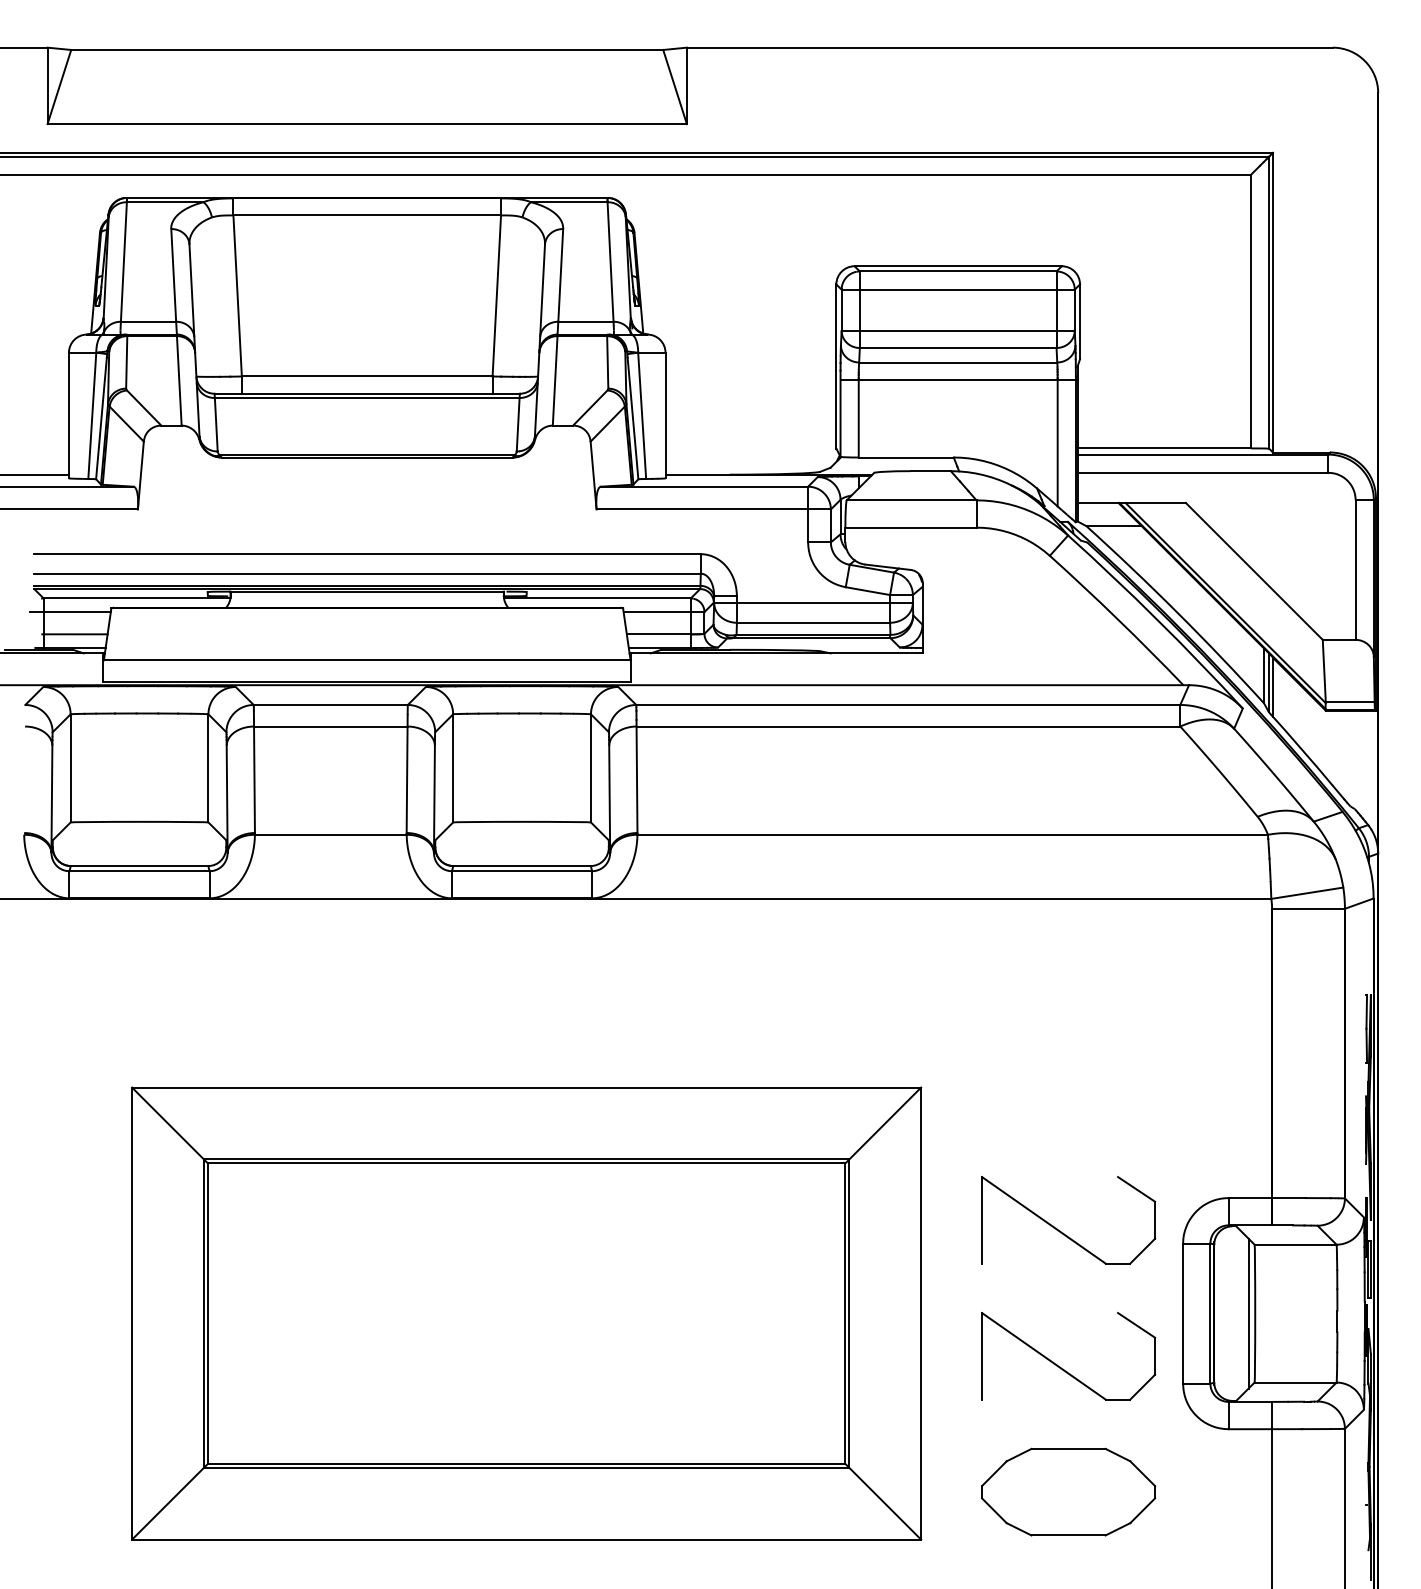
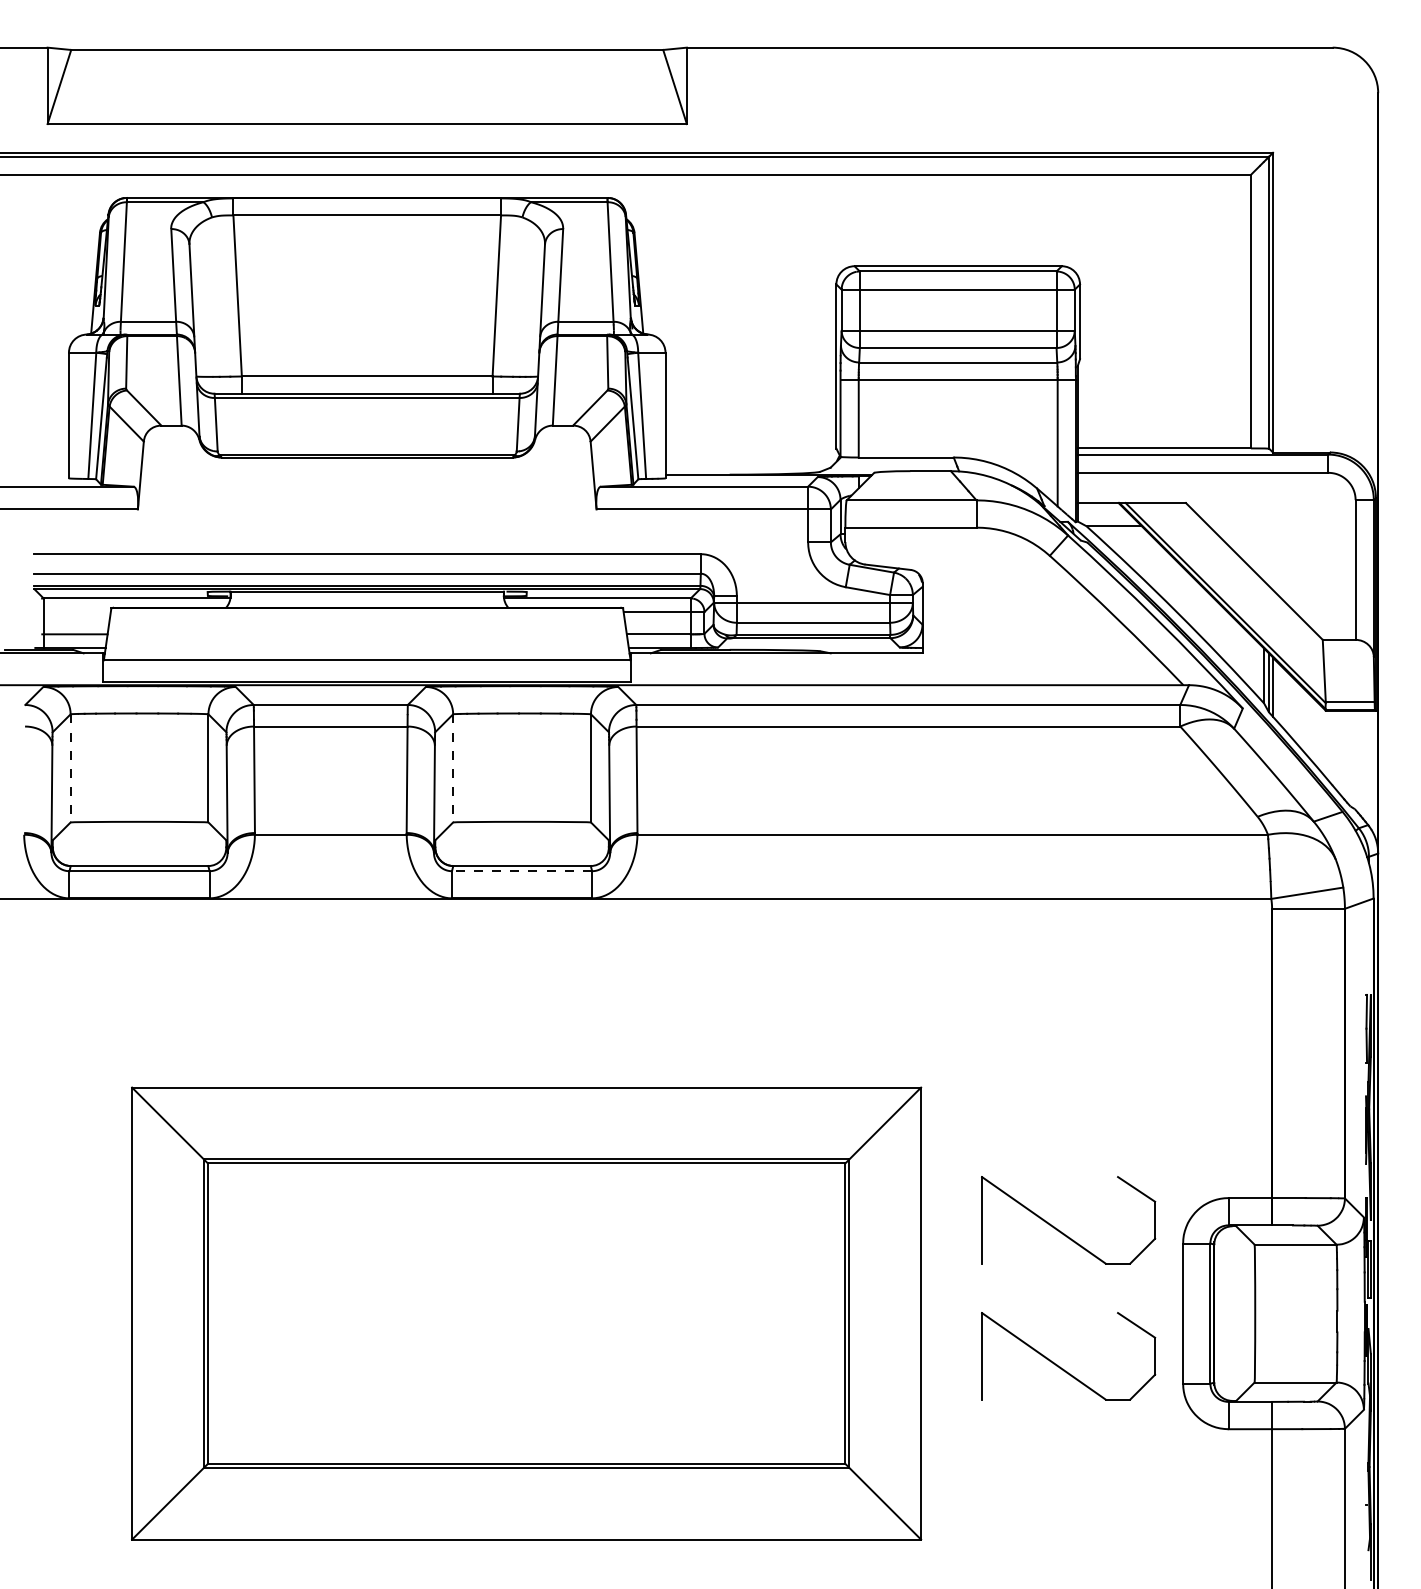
line at (35, 474): present -> none
line at (70, 612): present -> none
line at (70, 768): solid -> dashed
line at (453, 768): solid -> dashed
line at (521, 871): solid -> dashed
line at (1248, 1313): present -> none
part at (1068, 1491): present -> none
